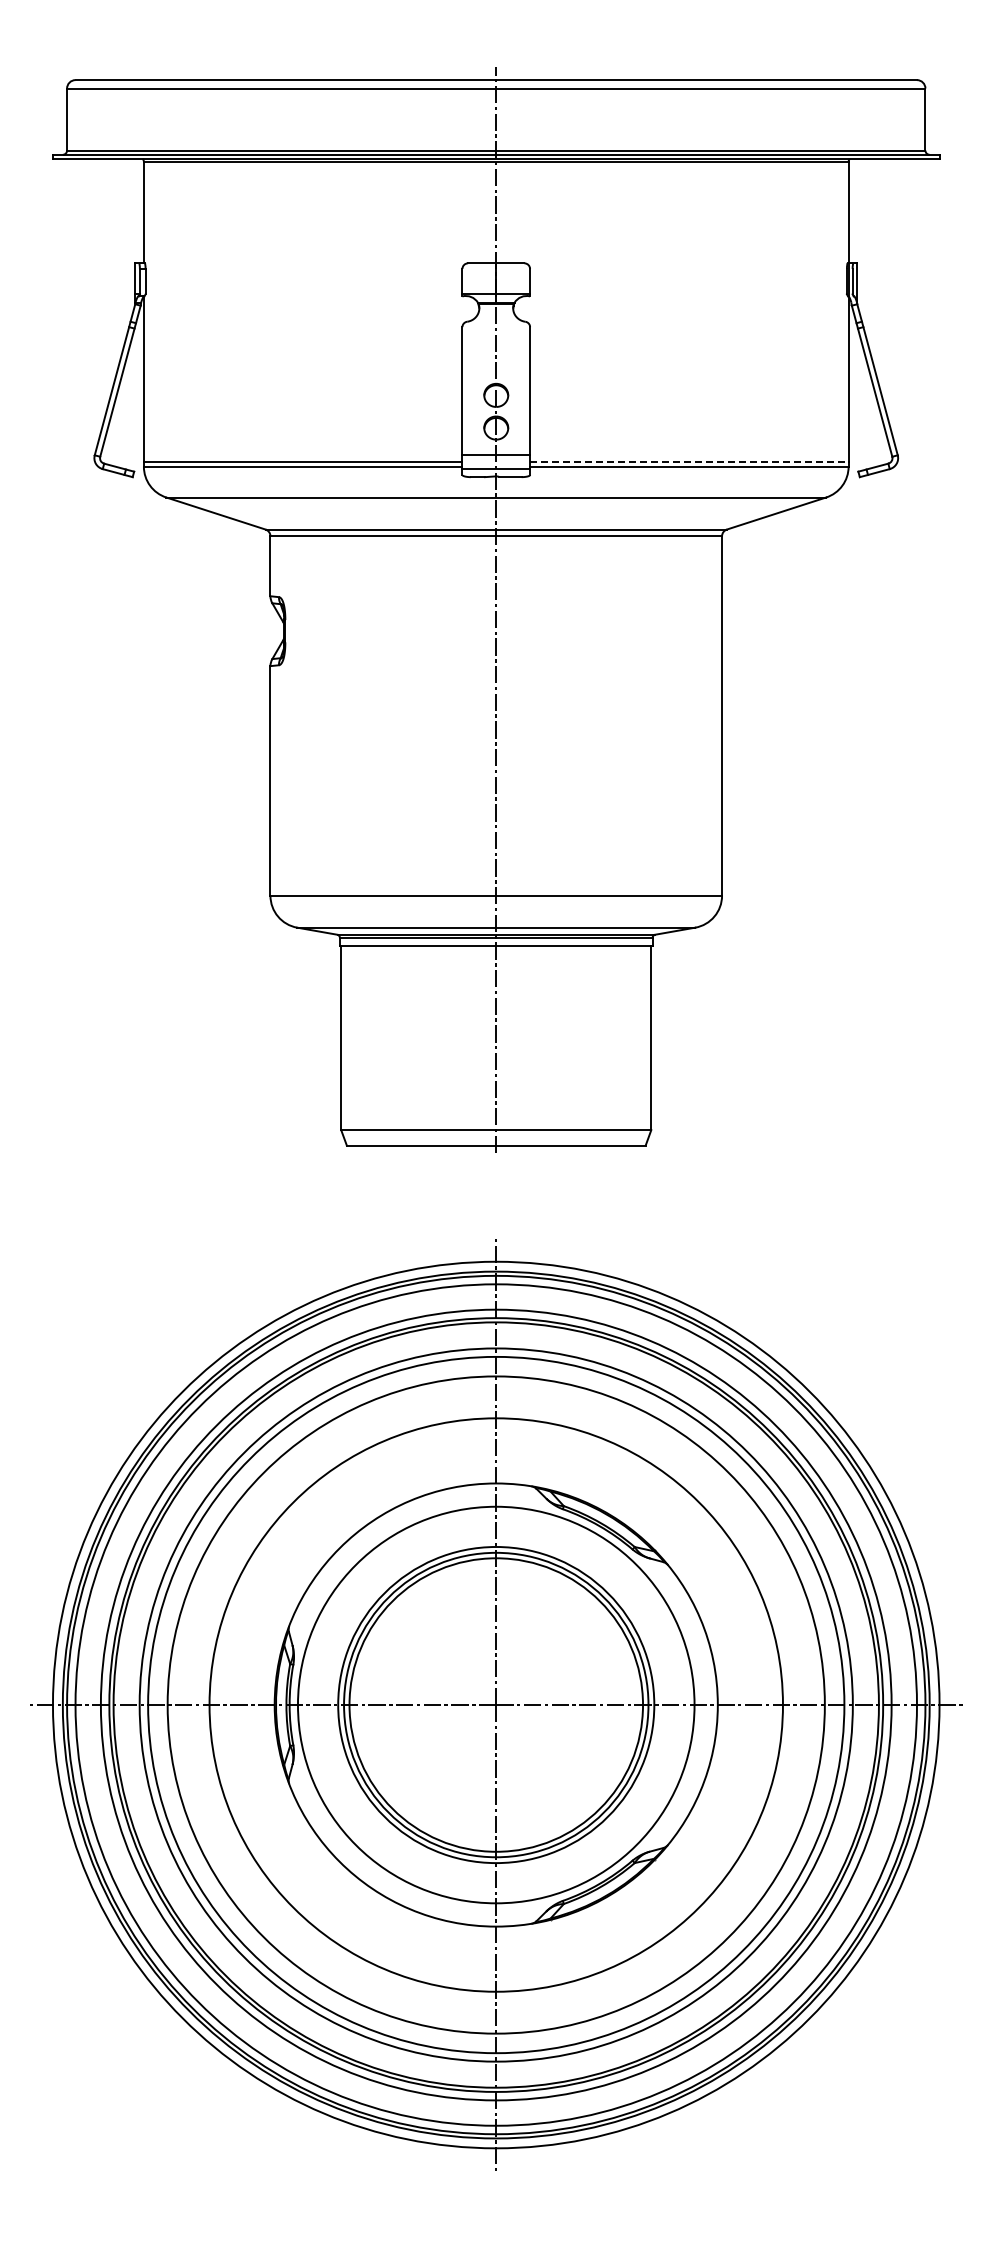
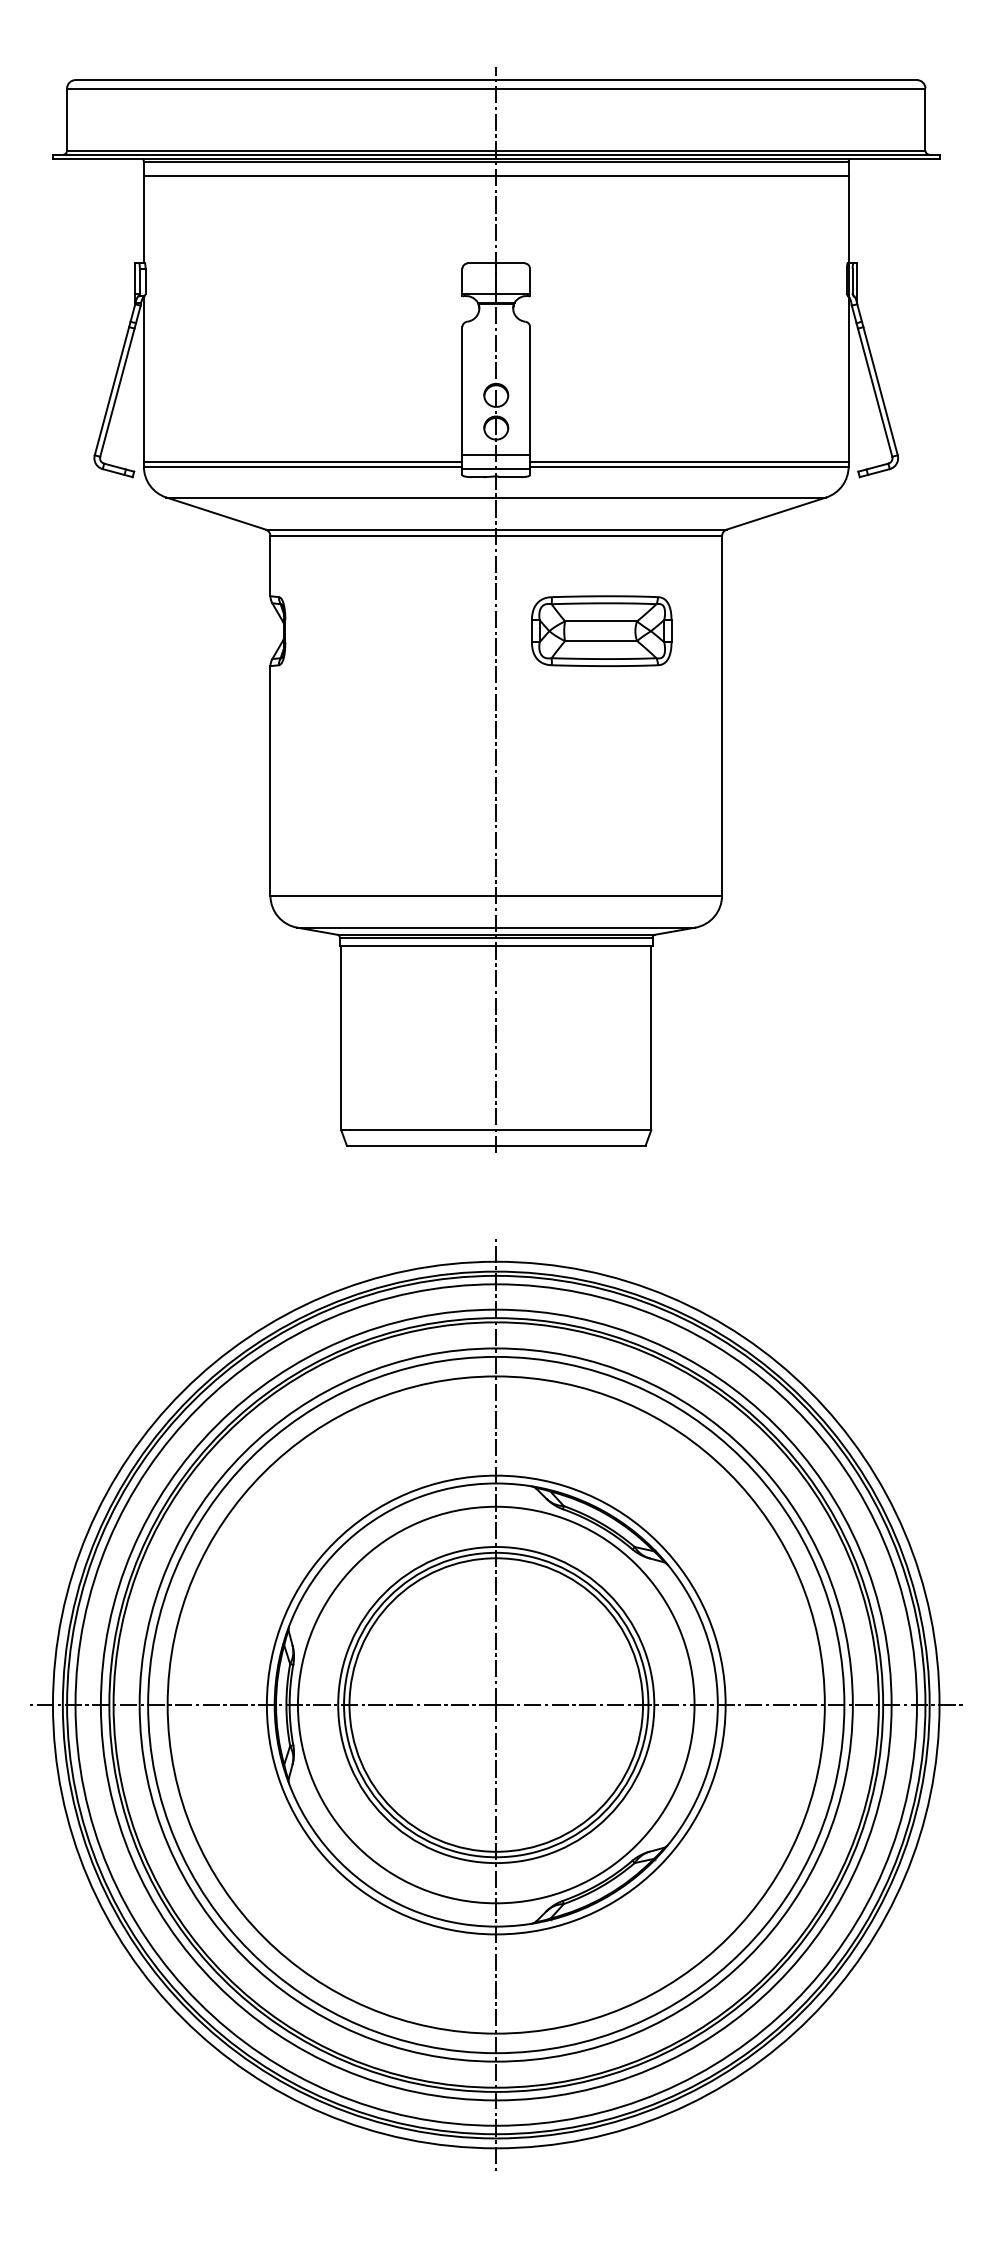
line at (495, 175): none -> present
line at (689, 462): dashed -> solid
part at (601, 630): none -> present
circle at (495, 1704) diameter: 573 px -> 459 px
